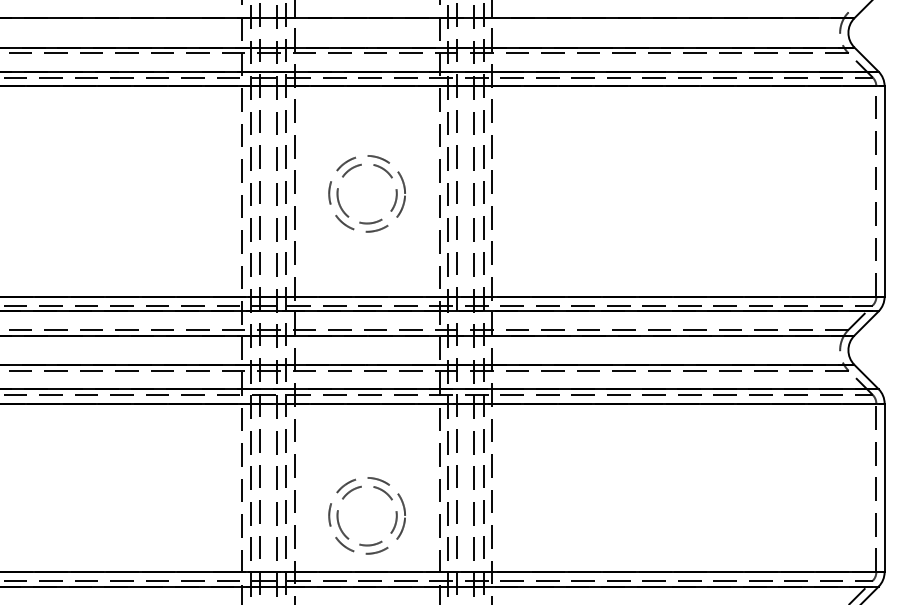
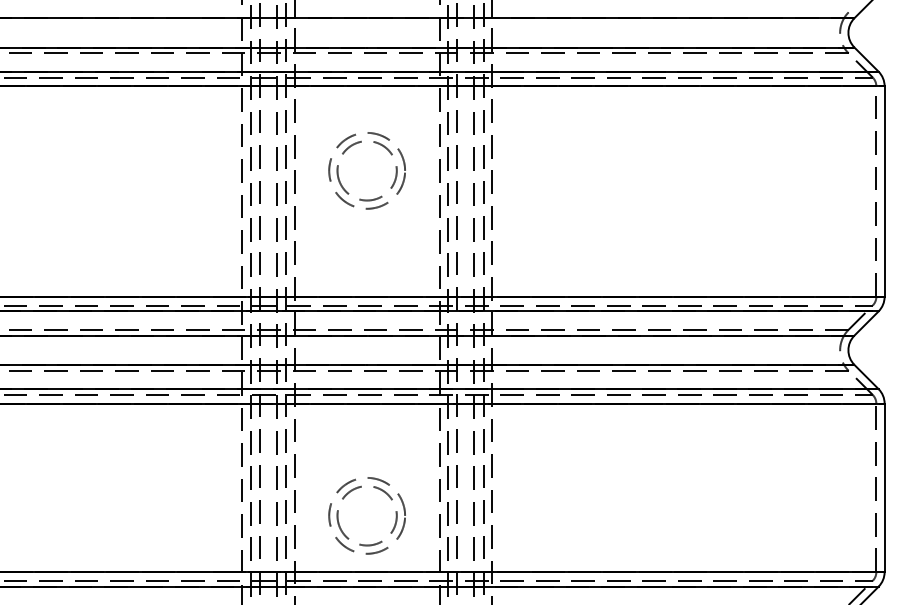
part at (348, 172) position: (348, 172) -> (348, 149)
